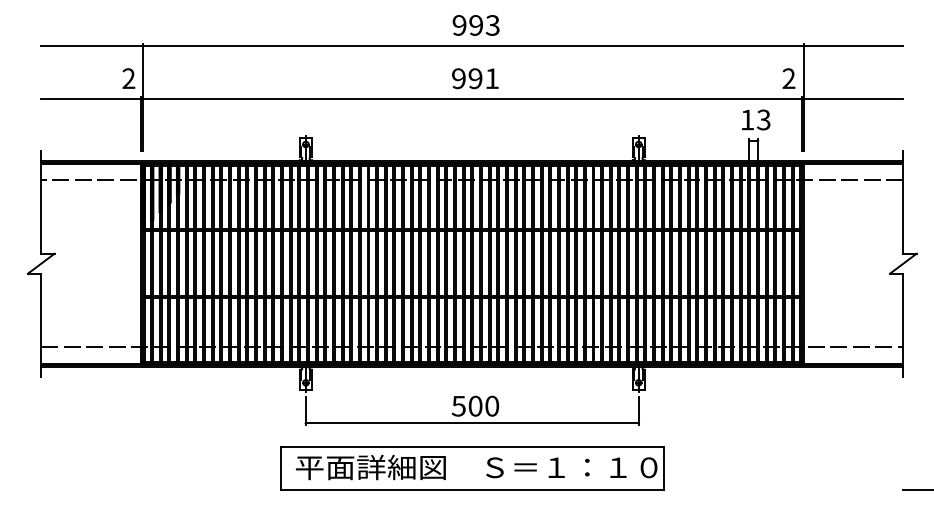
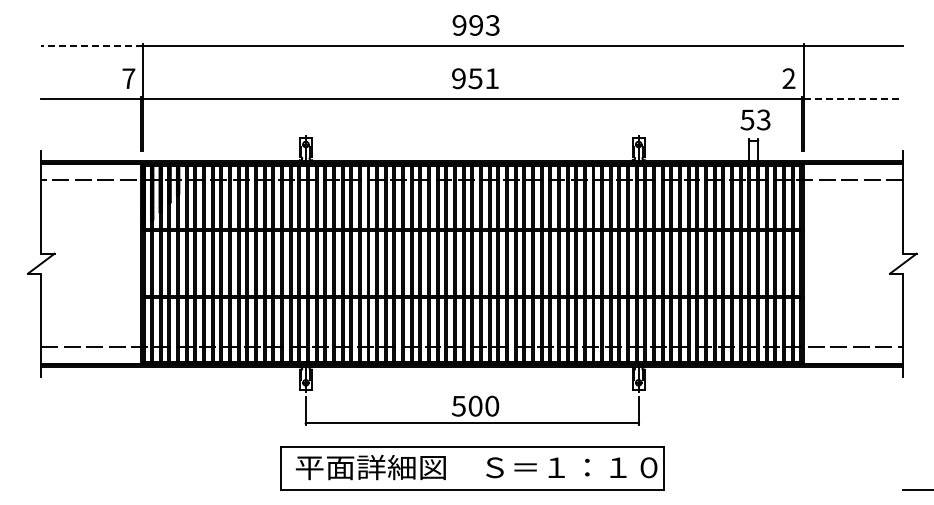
line at (91, 46): solid -> dashed
text at (128, 78): 2 -> 7
text at (475, 78): 991 -> 951
line at (853, 99): solid -> dashed
text at (747, 119): 13 -> 53
